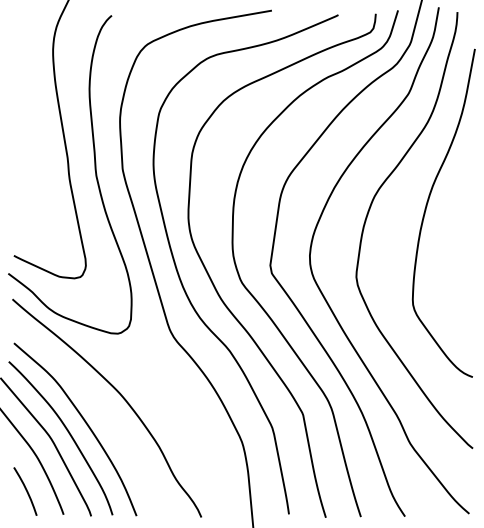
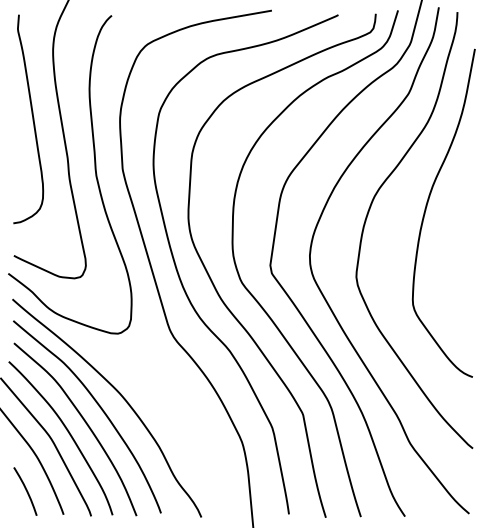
curve at (32, 119): none -> present
curve at (98, 406): none -> present
